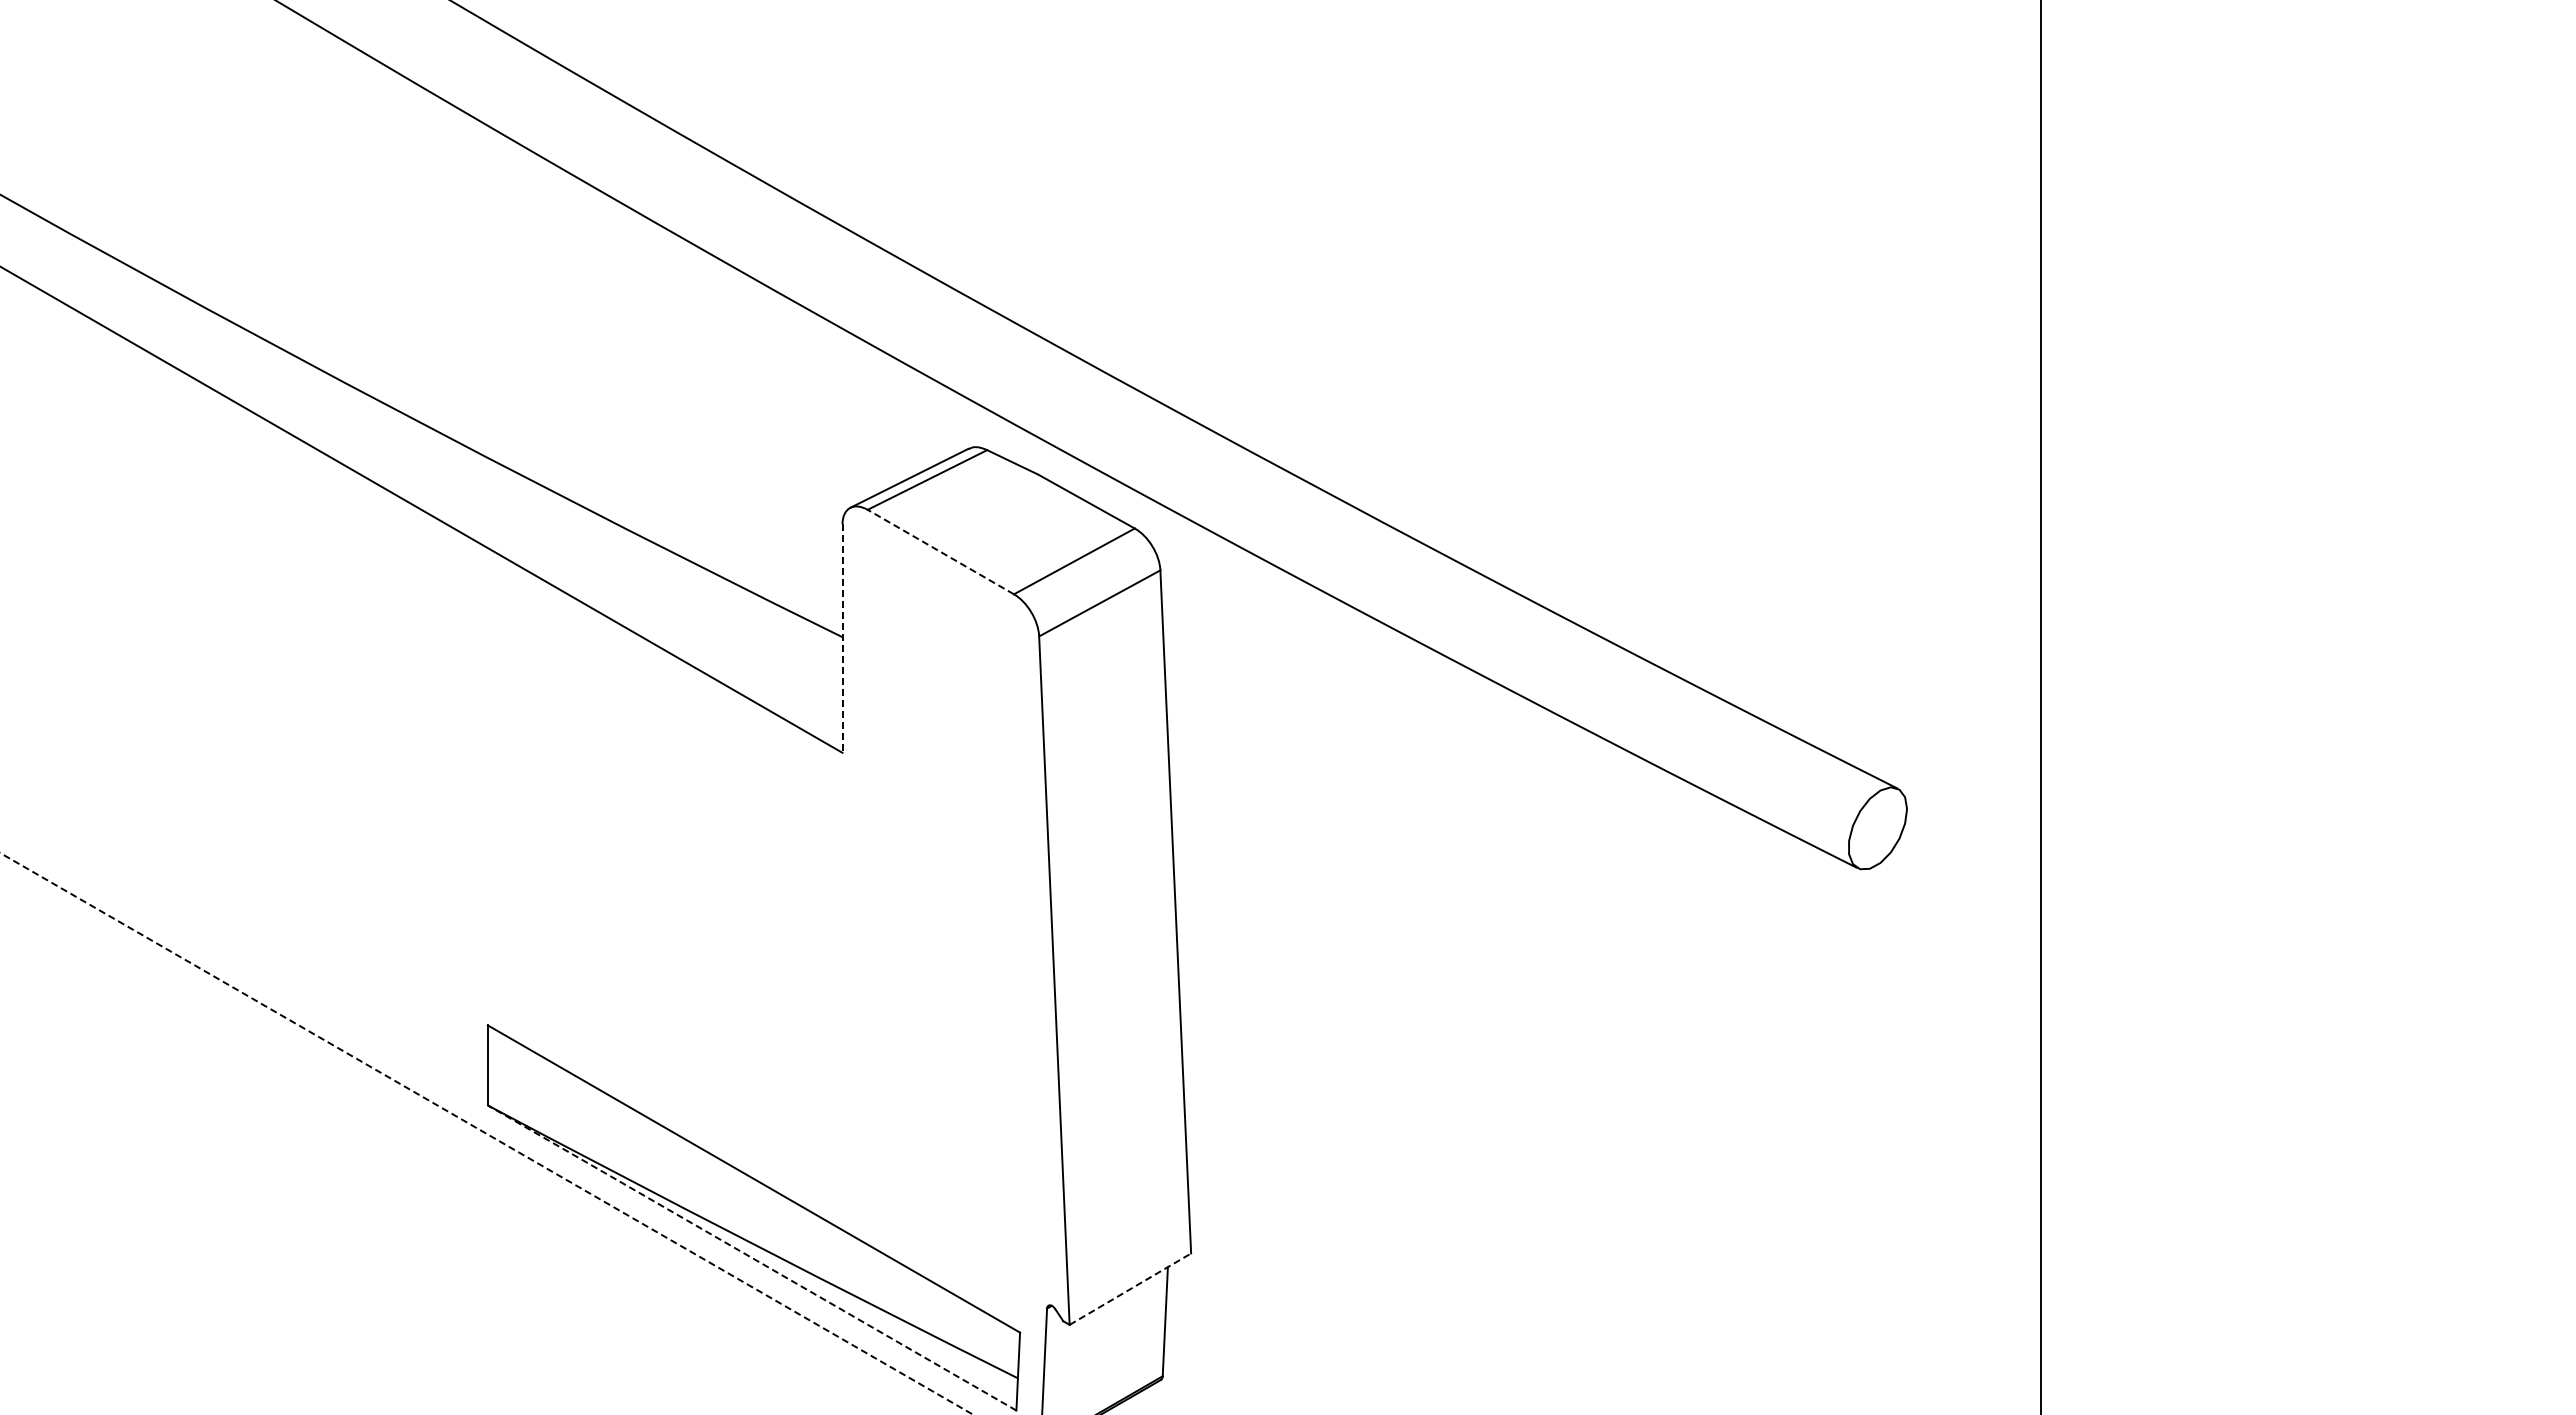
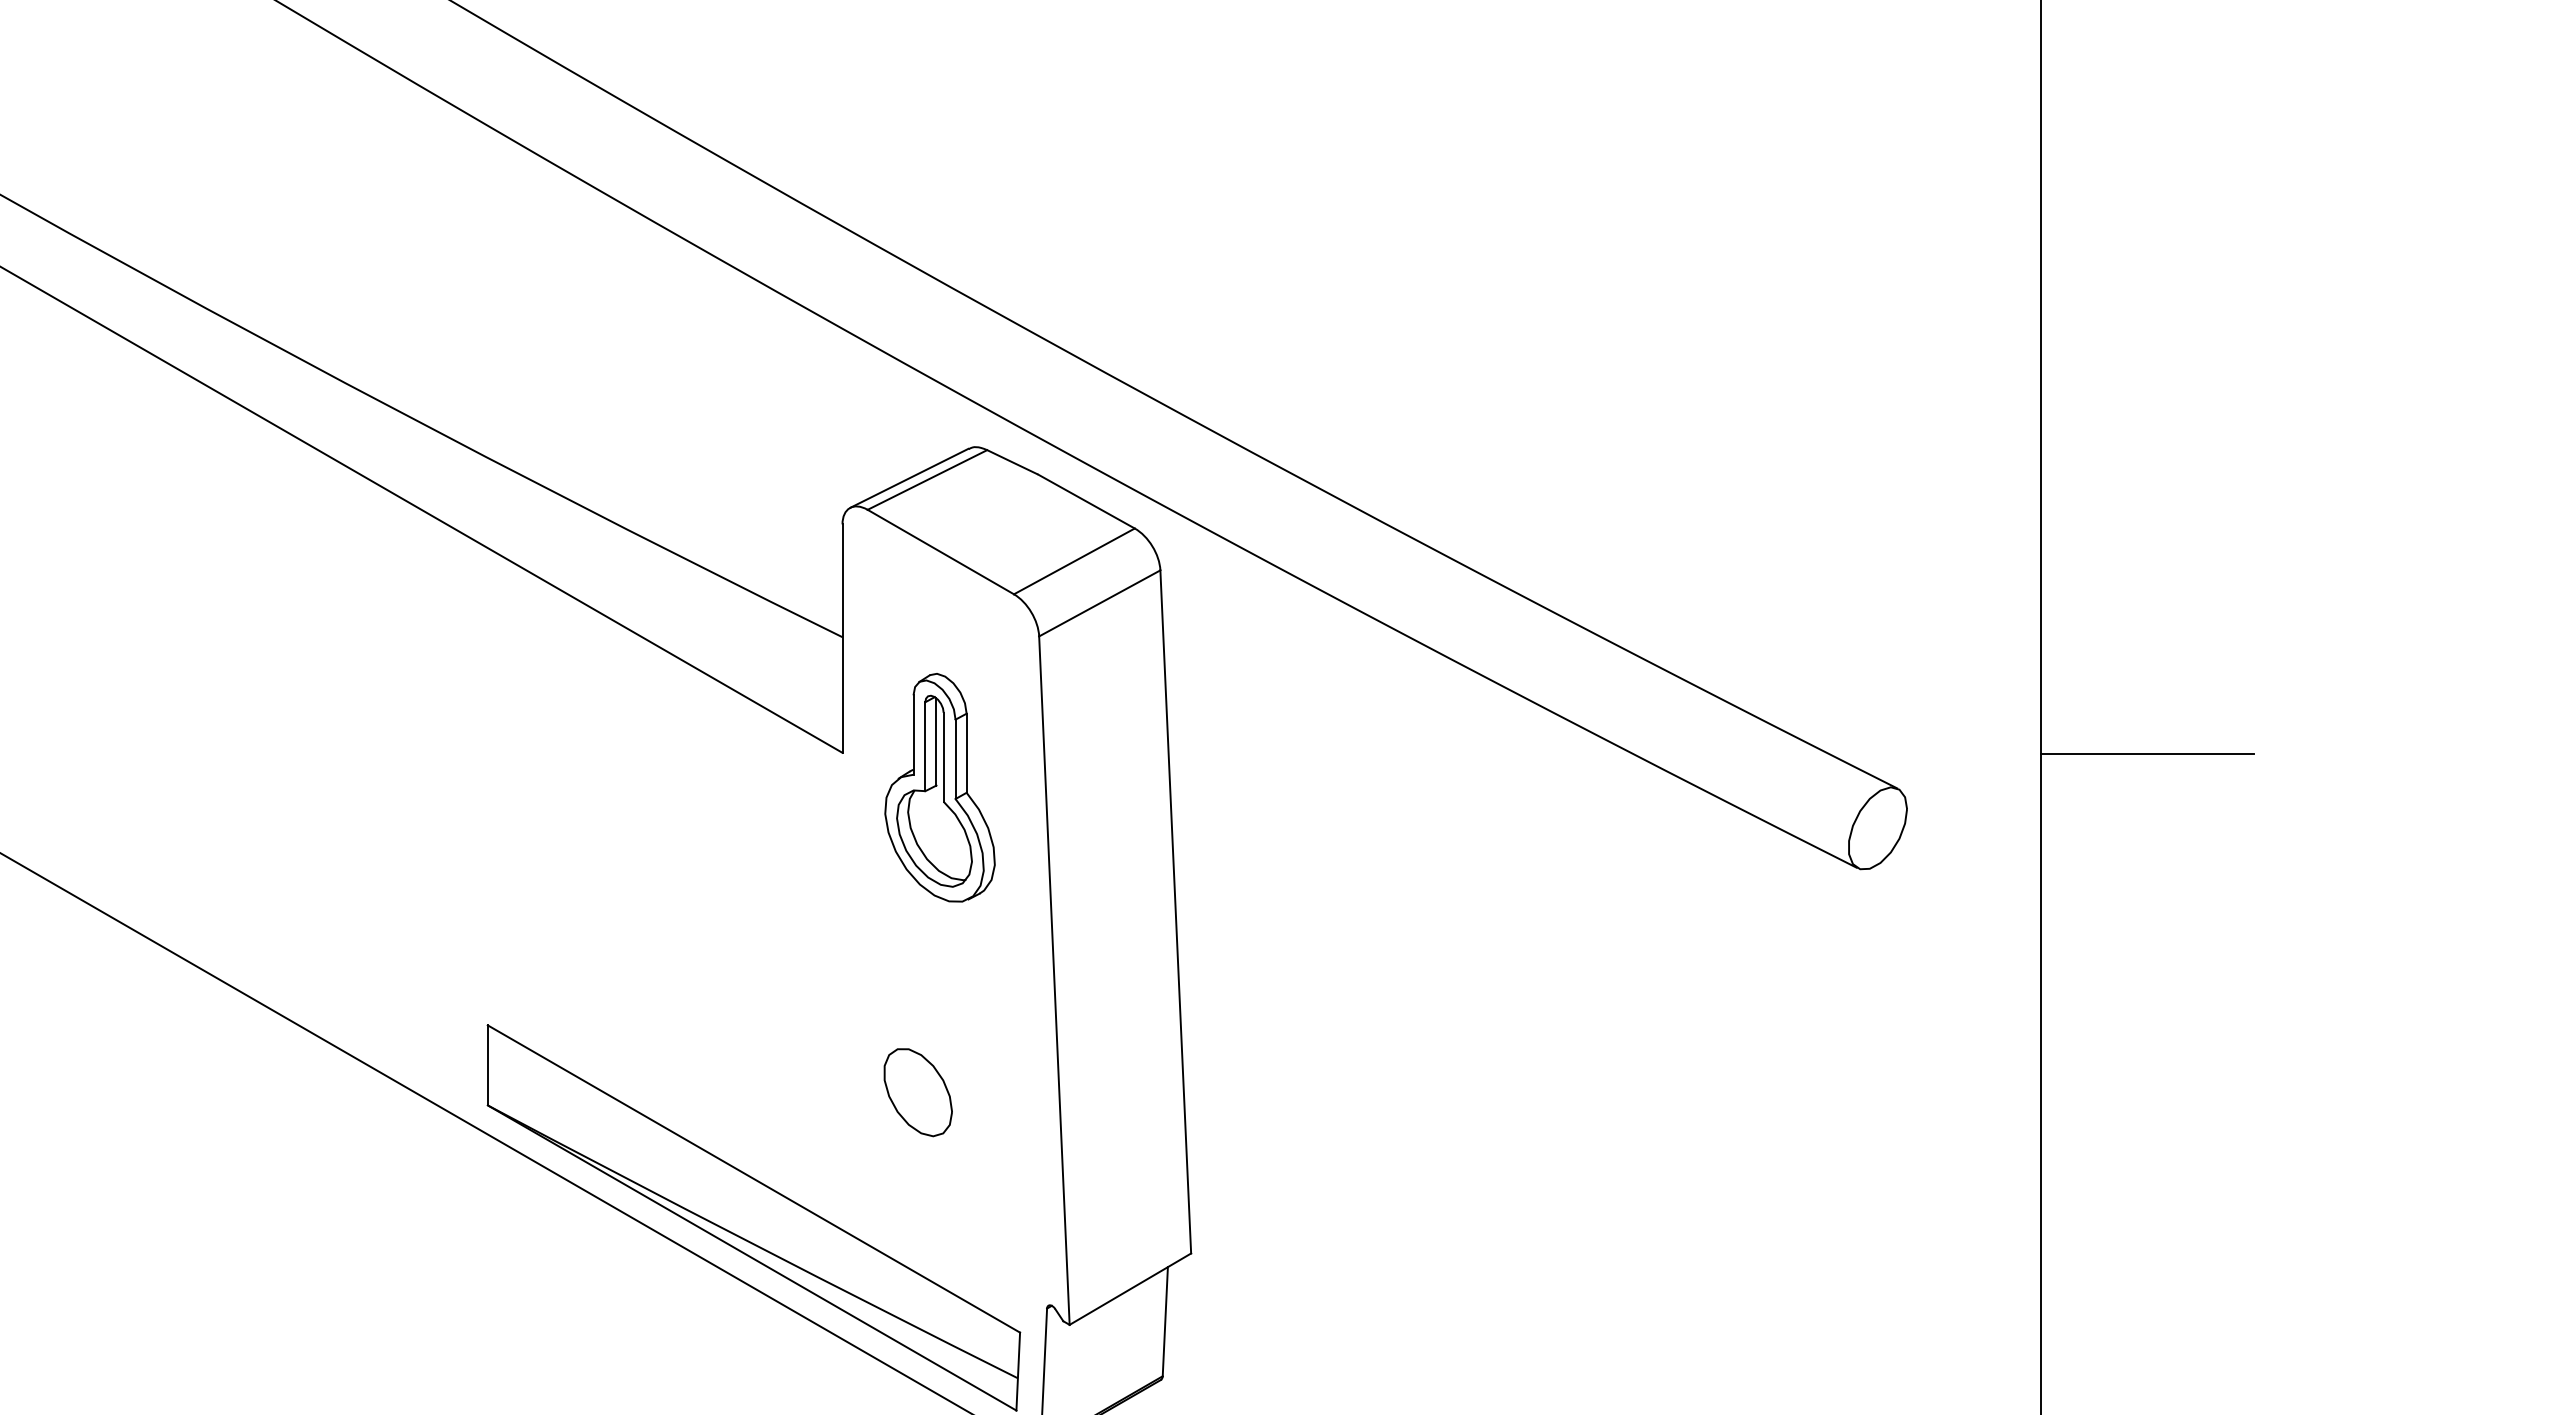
line at (940, 551): dashed -> solid
line at (842, 639): dashed -> solid
line at (2147, 754): none -> present
part at (939, 787): none -> present
part at (917, 1092): none -> present
line at (487, 1134): dashed -> solid
line at (751, 1257): dashed -> solid
line at (1130, 1288): dashed -> solid
